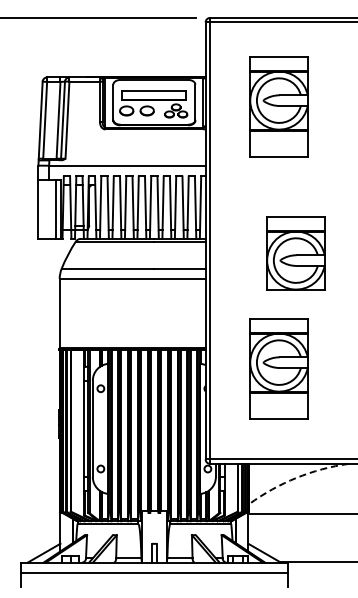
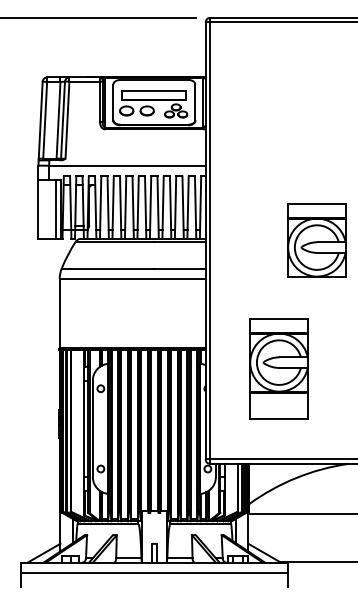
part at (278, 106): present -> none
part at (295, 253) position: (295, 253) -> (316, 240)
arc at (296, 477): dashed -> solid
